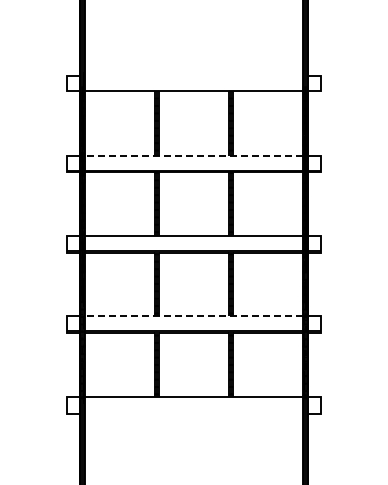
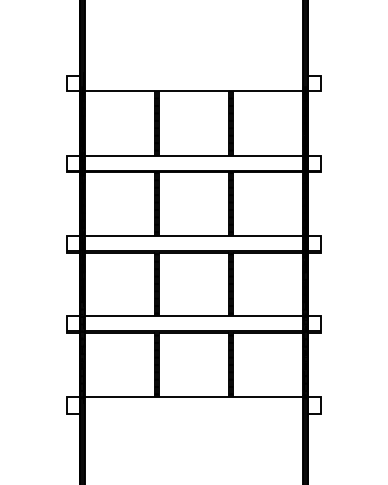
line at (193, 155): dashed -> solid
line at (193, 316): dashed -> solid
